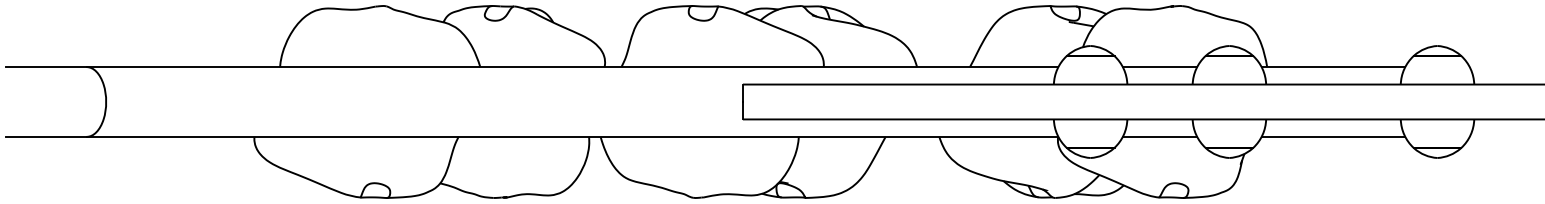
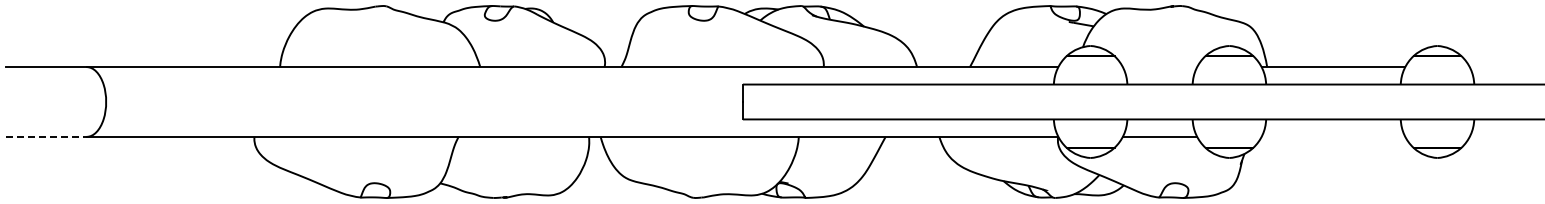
line at (1159, 67): present -> none
line at (46, 136): solid -> dashed
line at (1333, 136): present -> none
